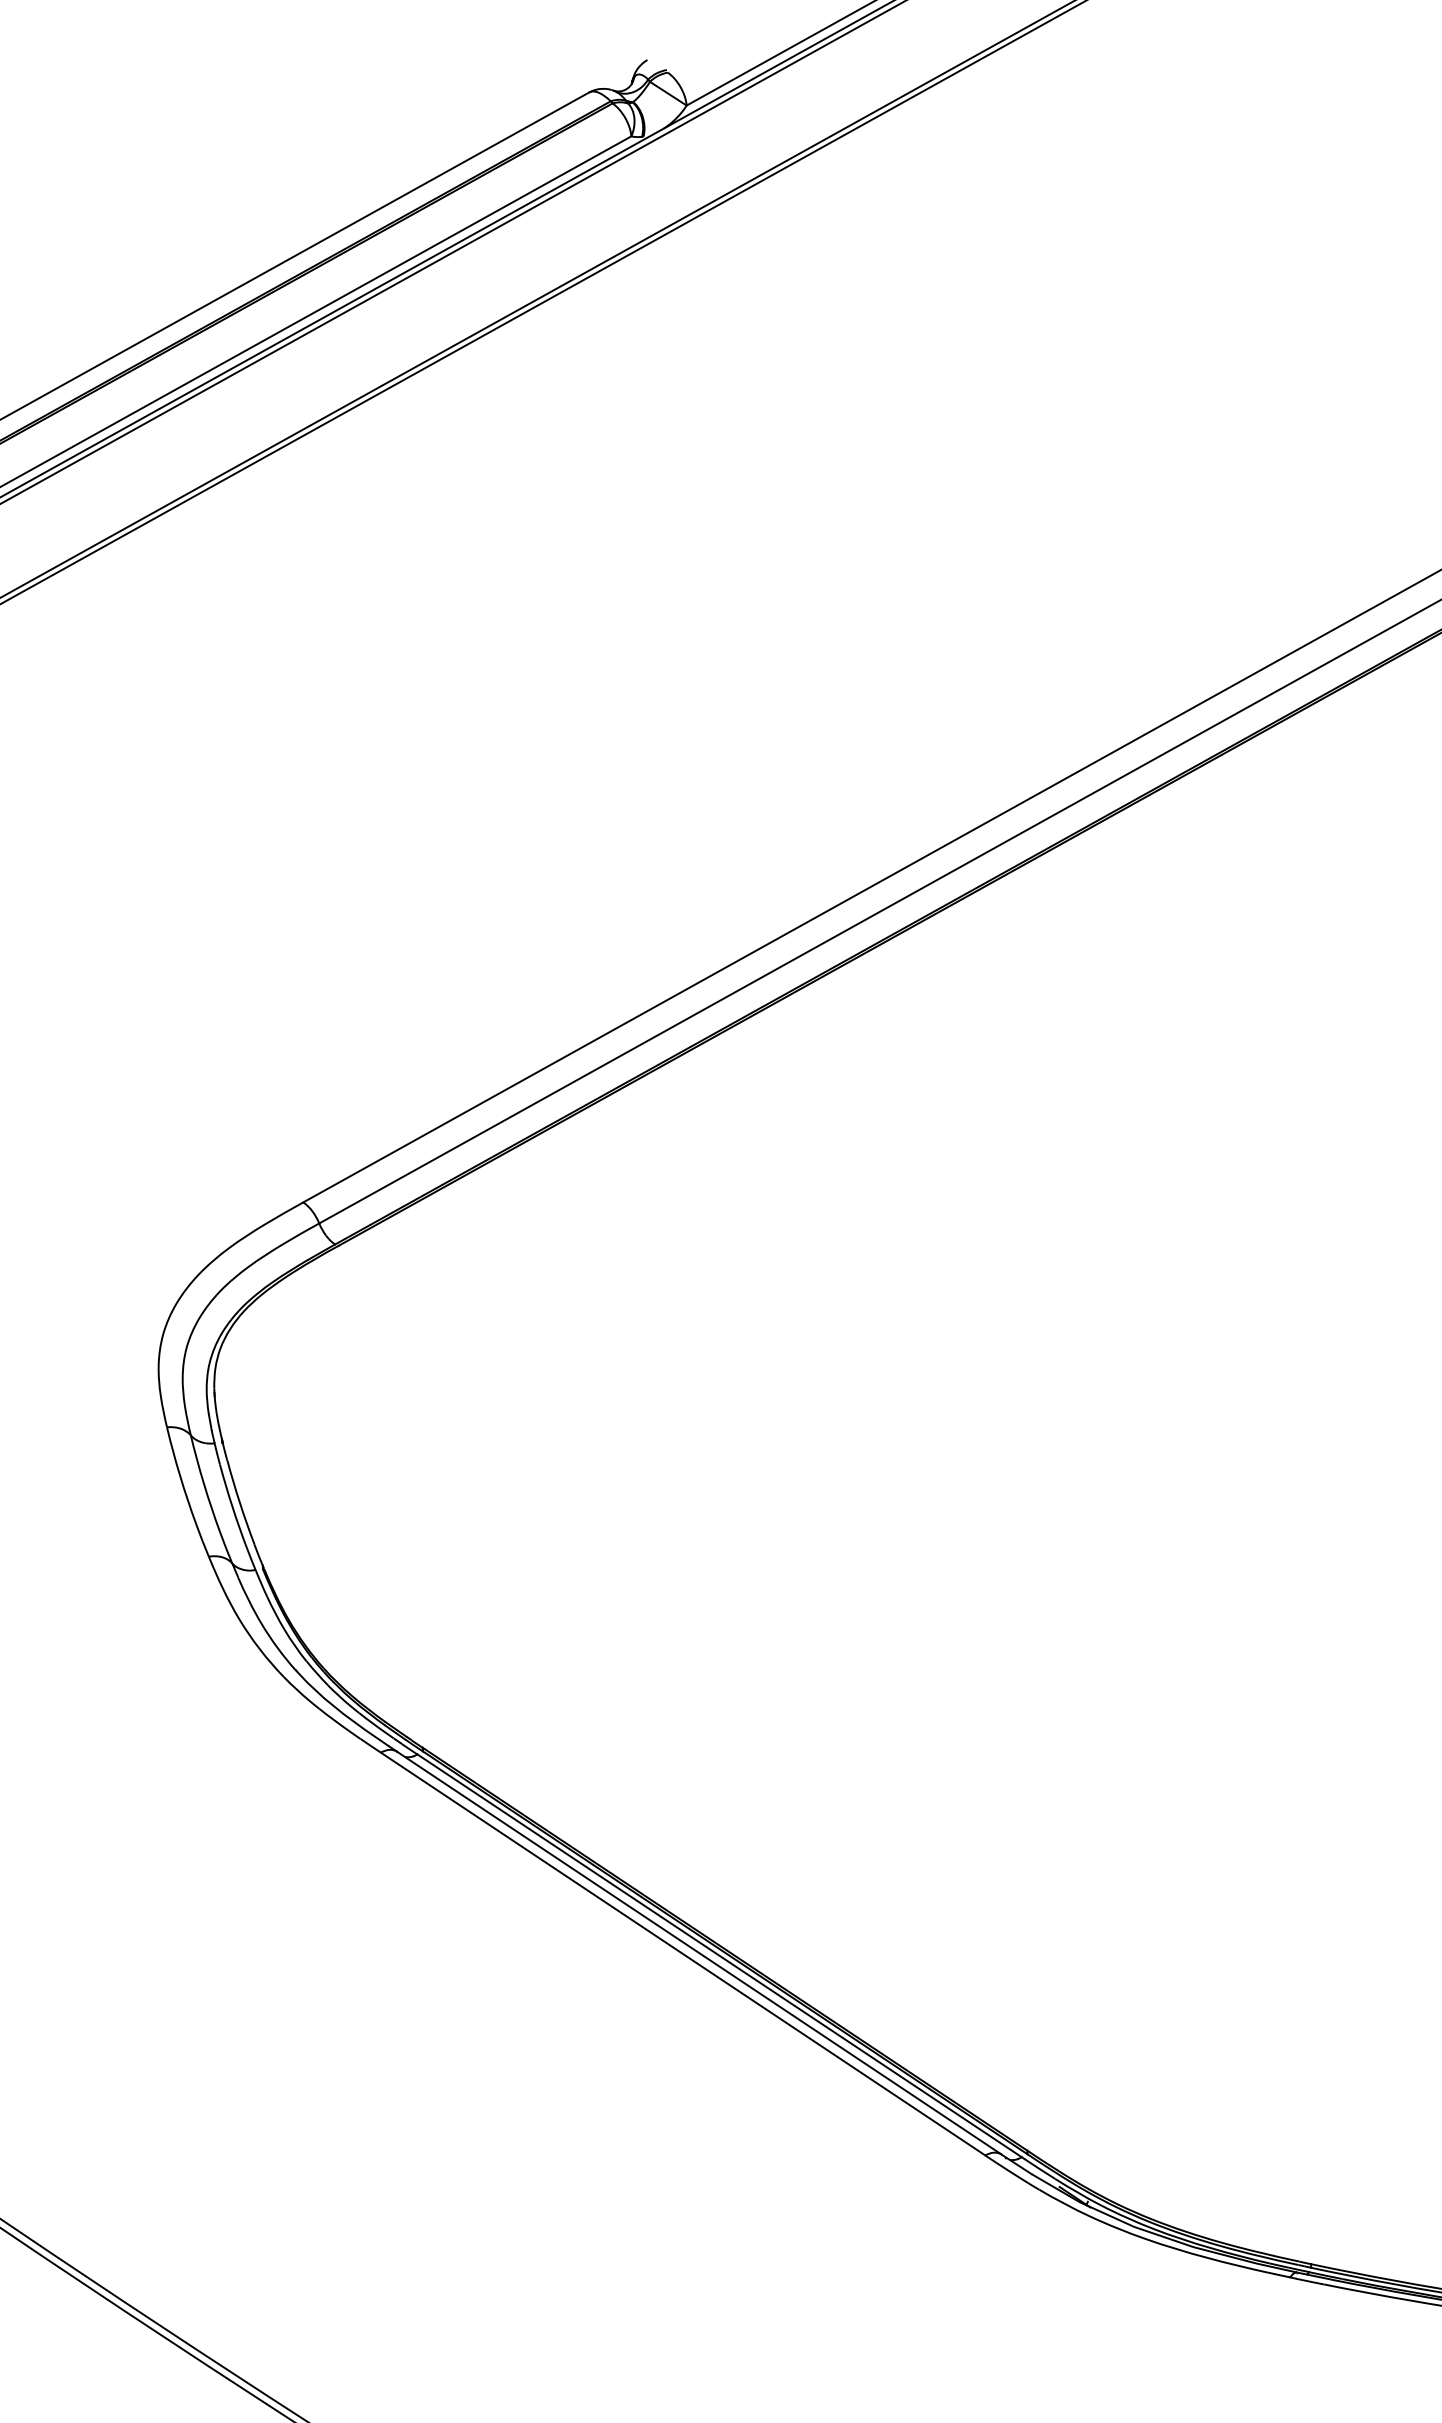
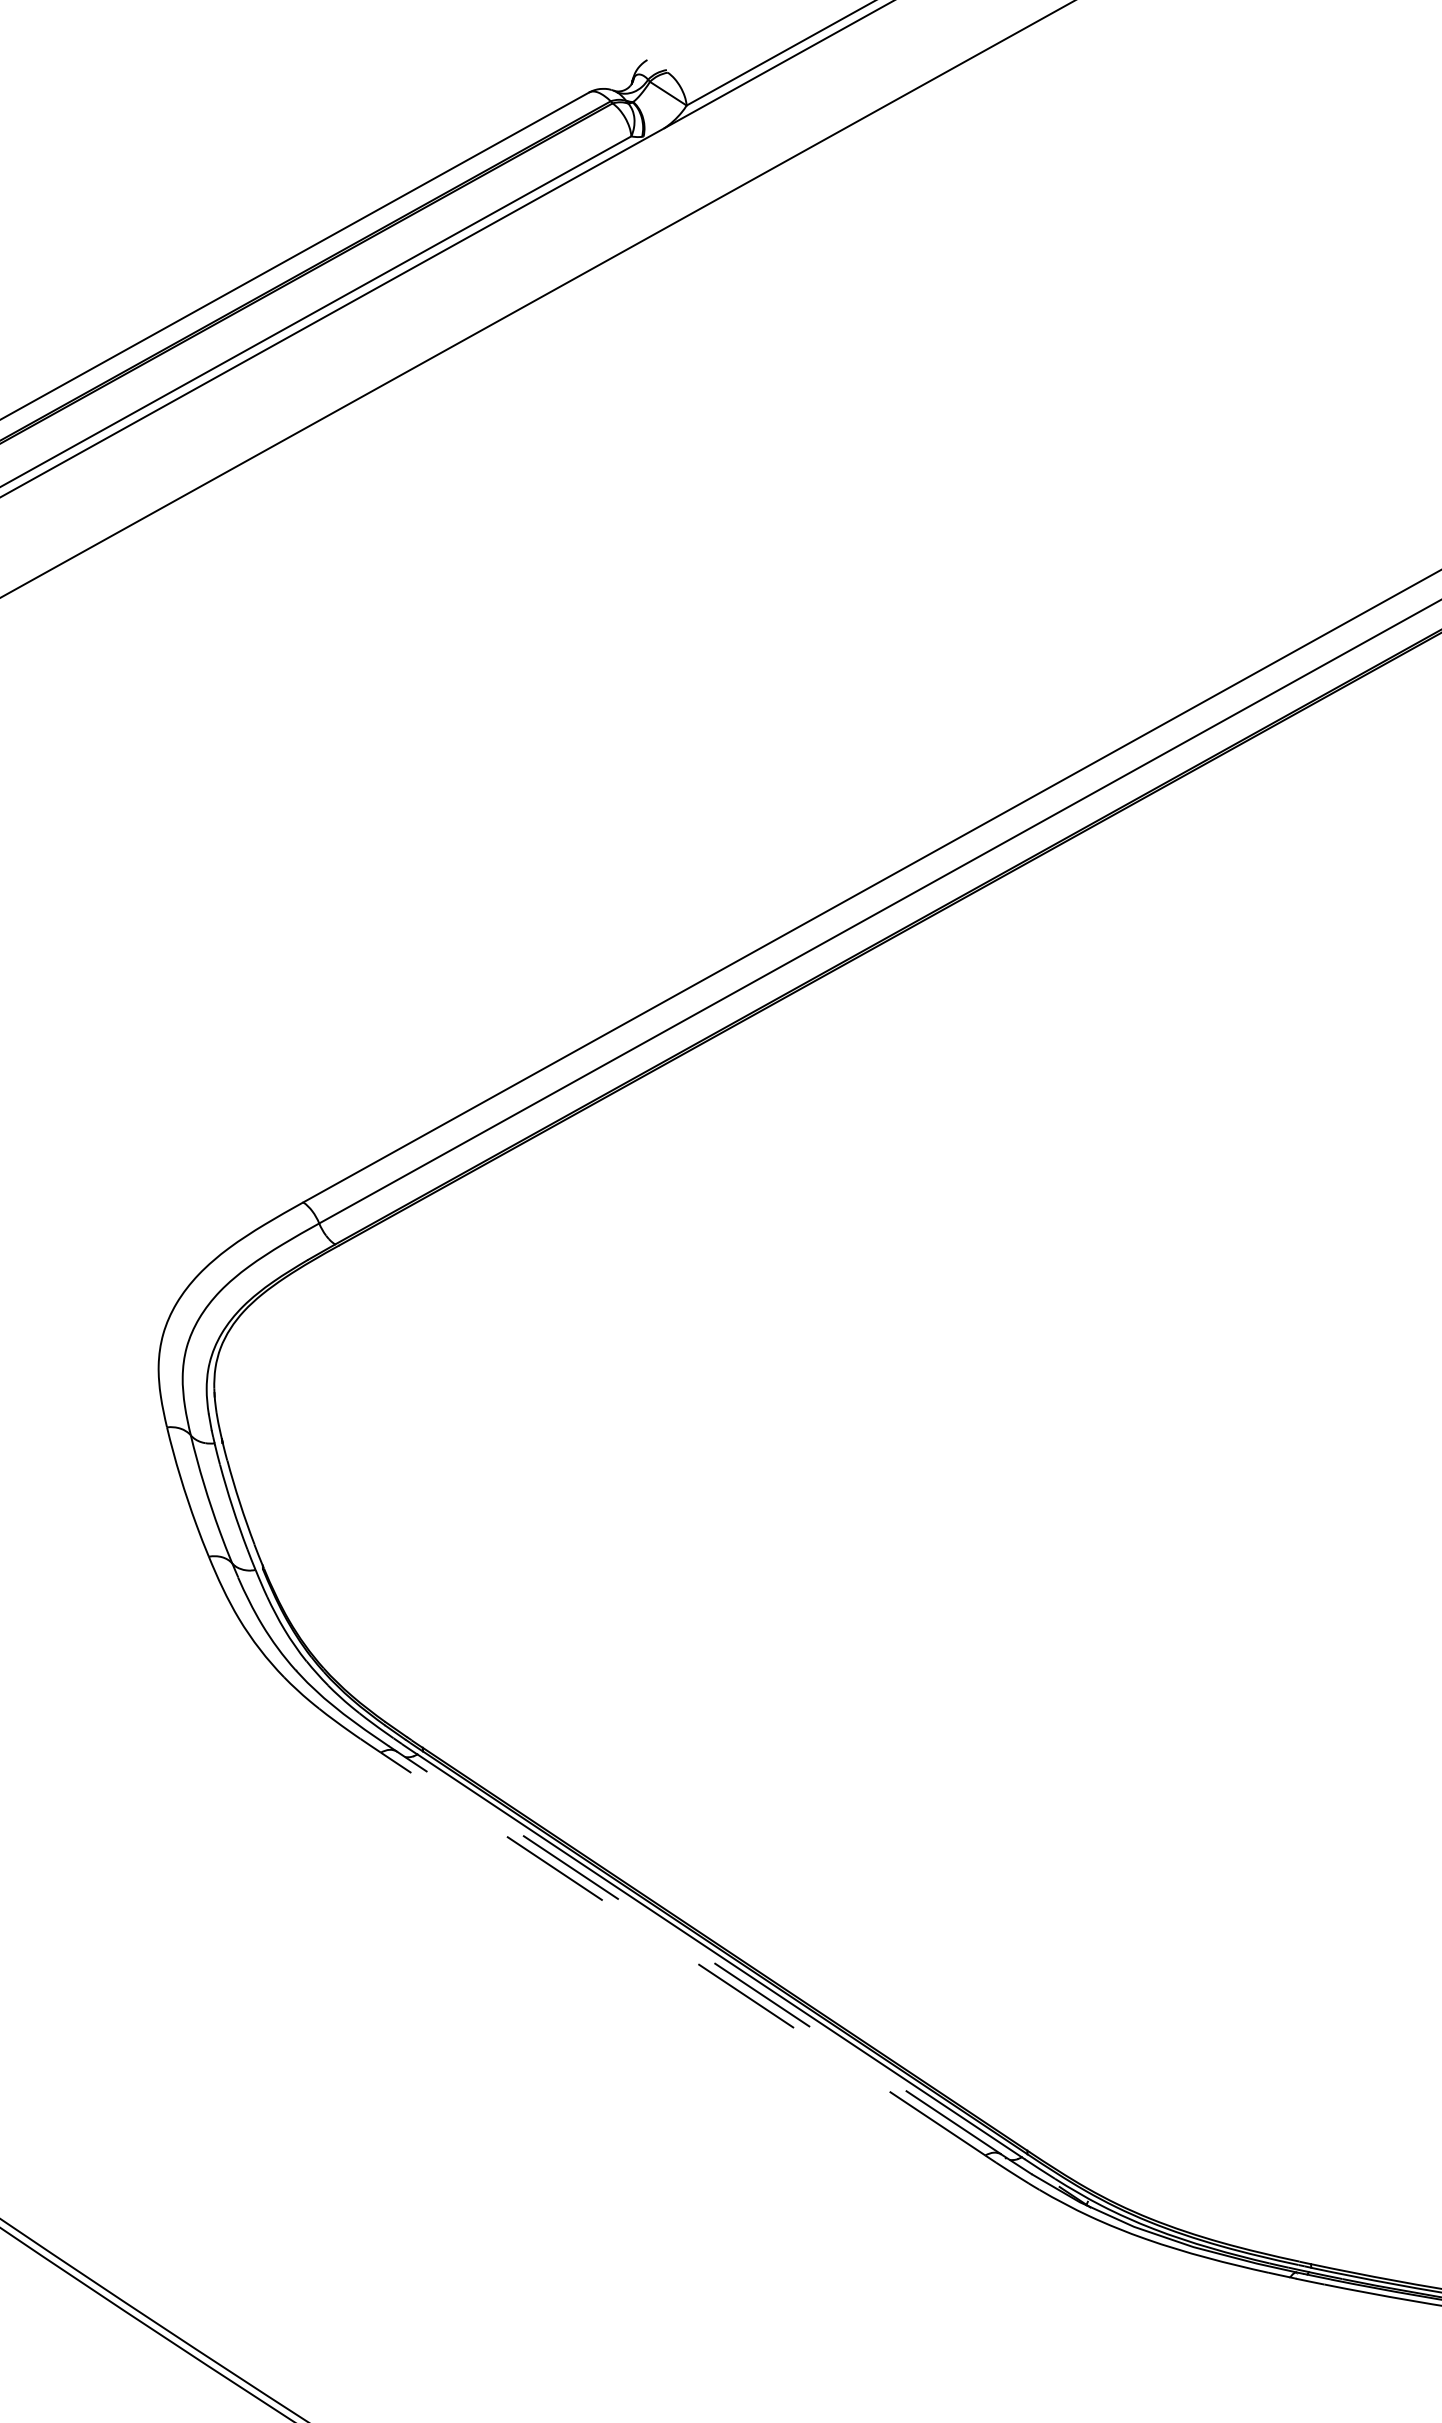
line at (452, 252): present -> none
line at (542, 302): present -> none
line at (698, 1952): solid -> dashed
line at (682, 1953): solid -> dashed
